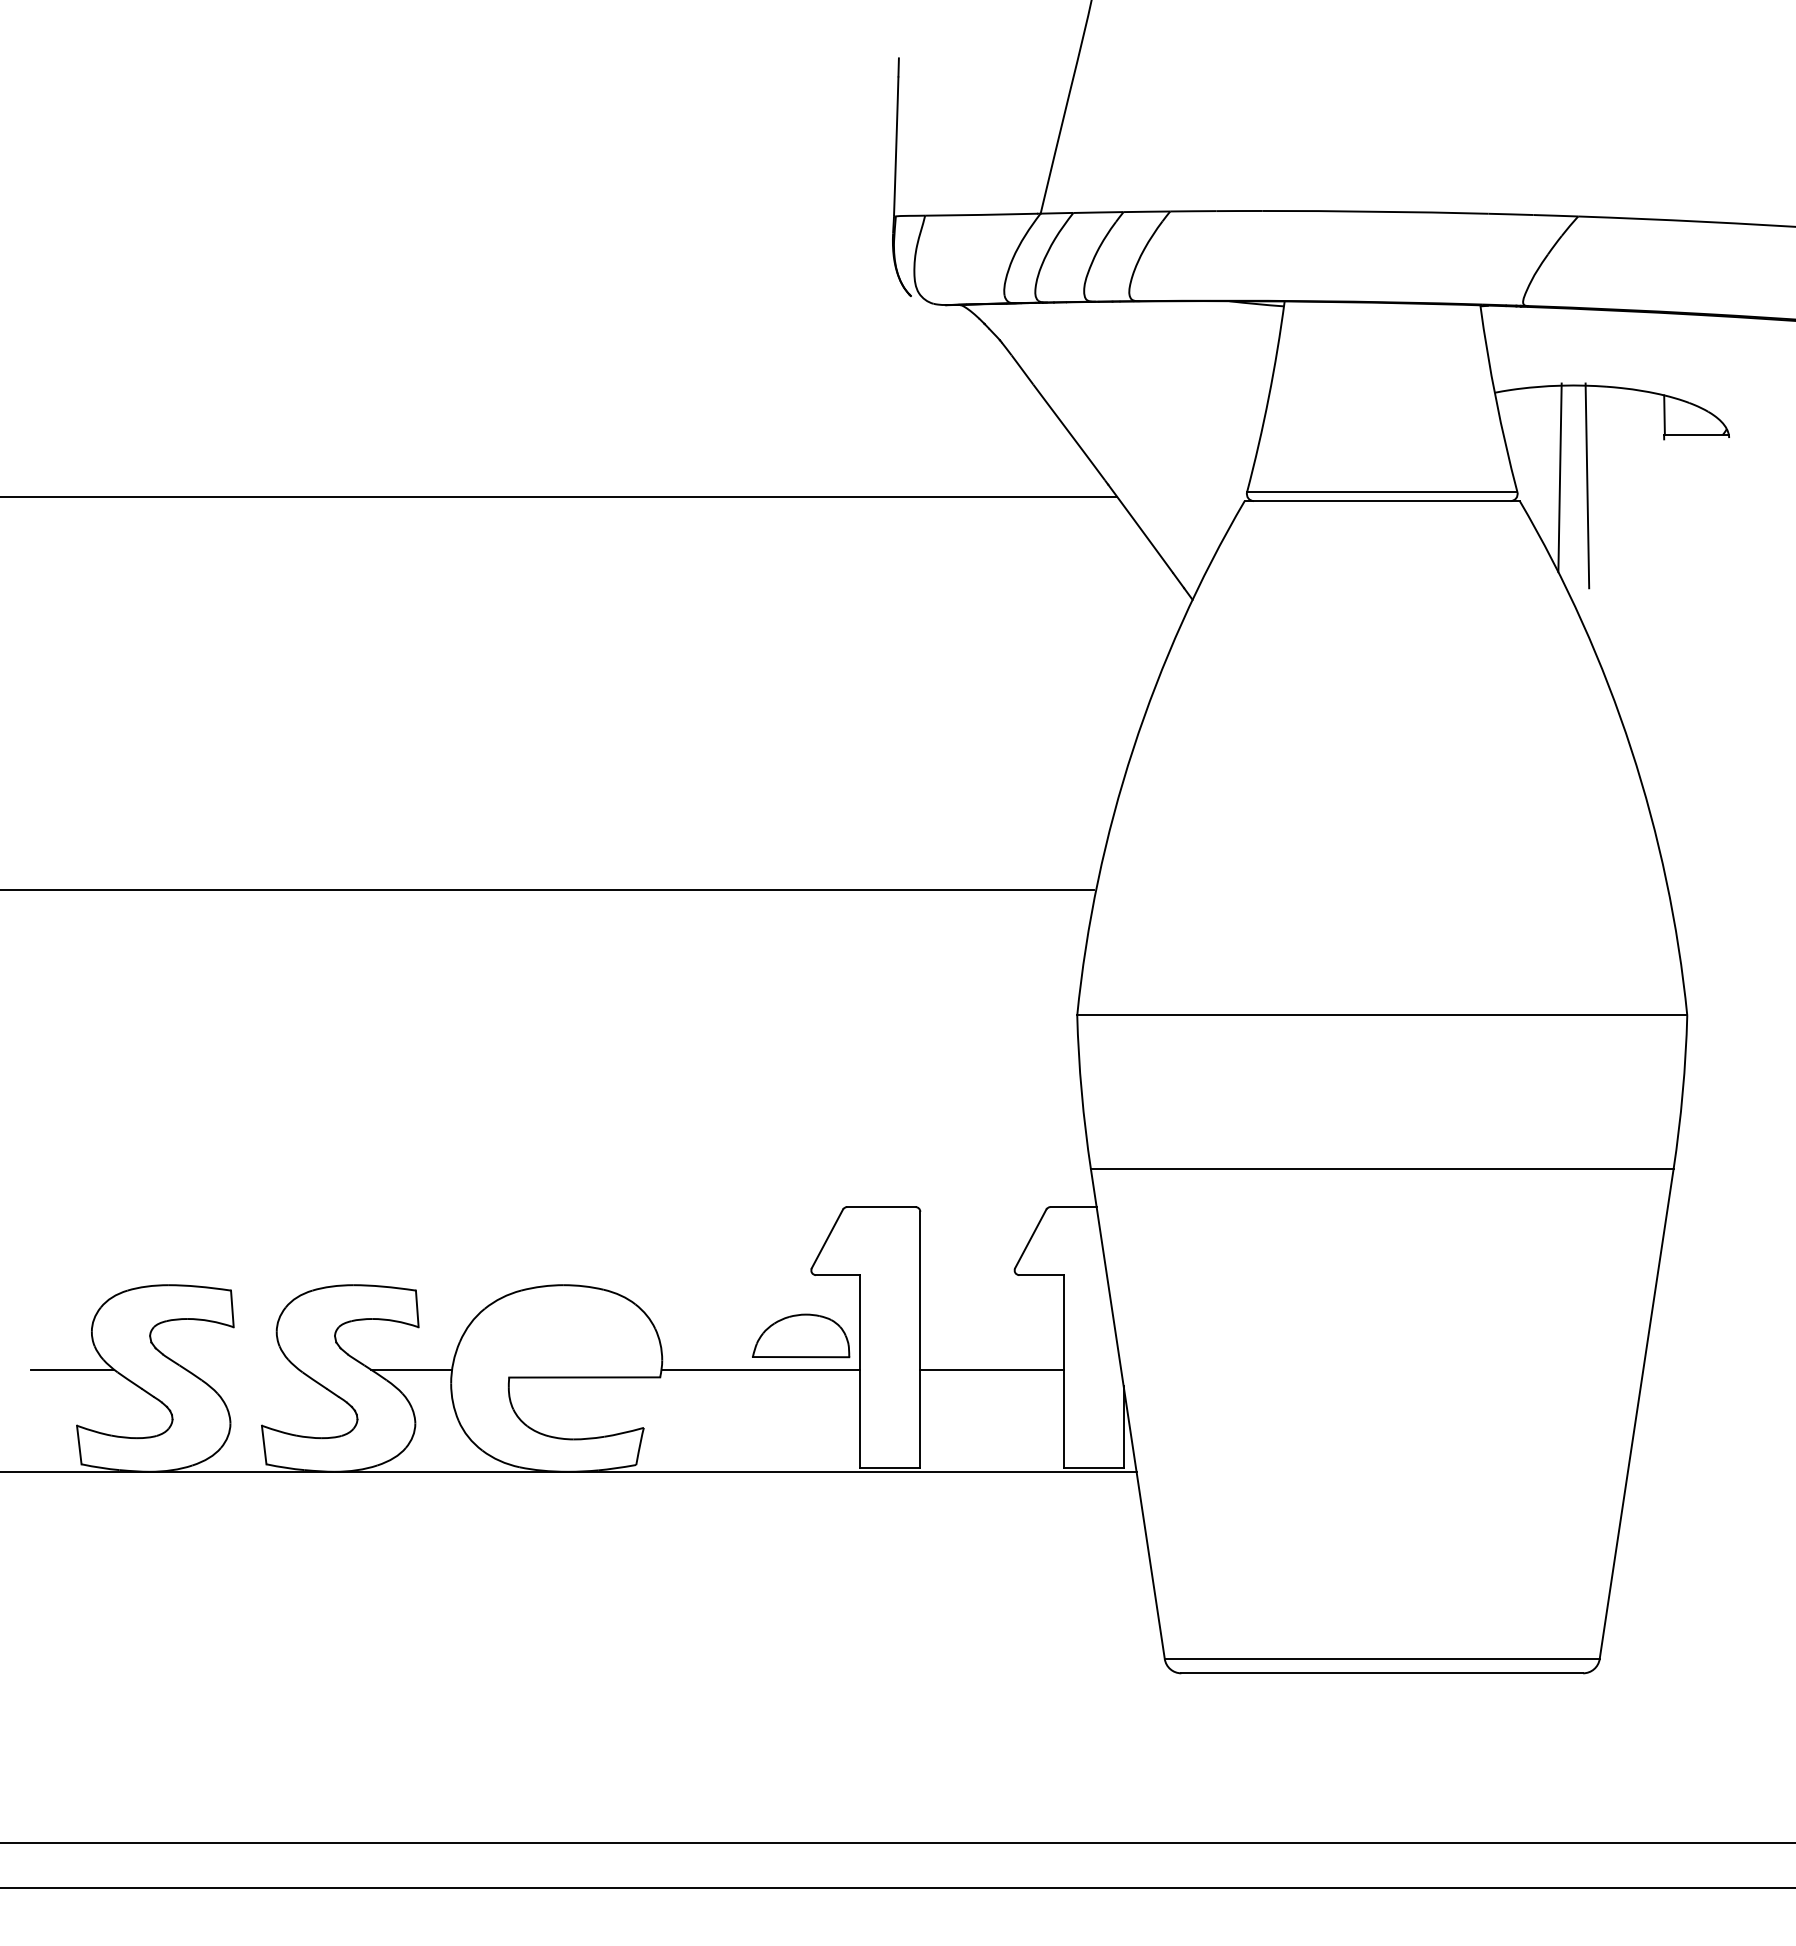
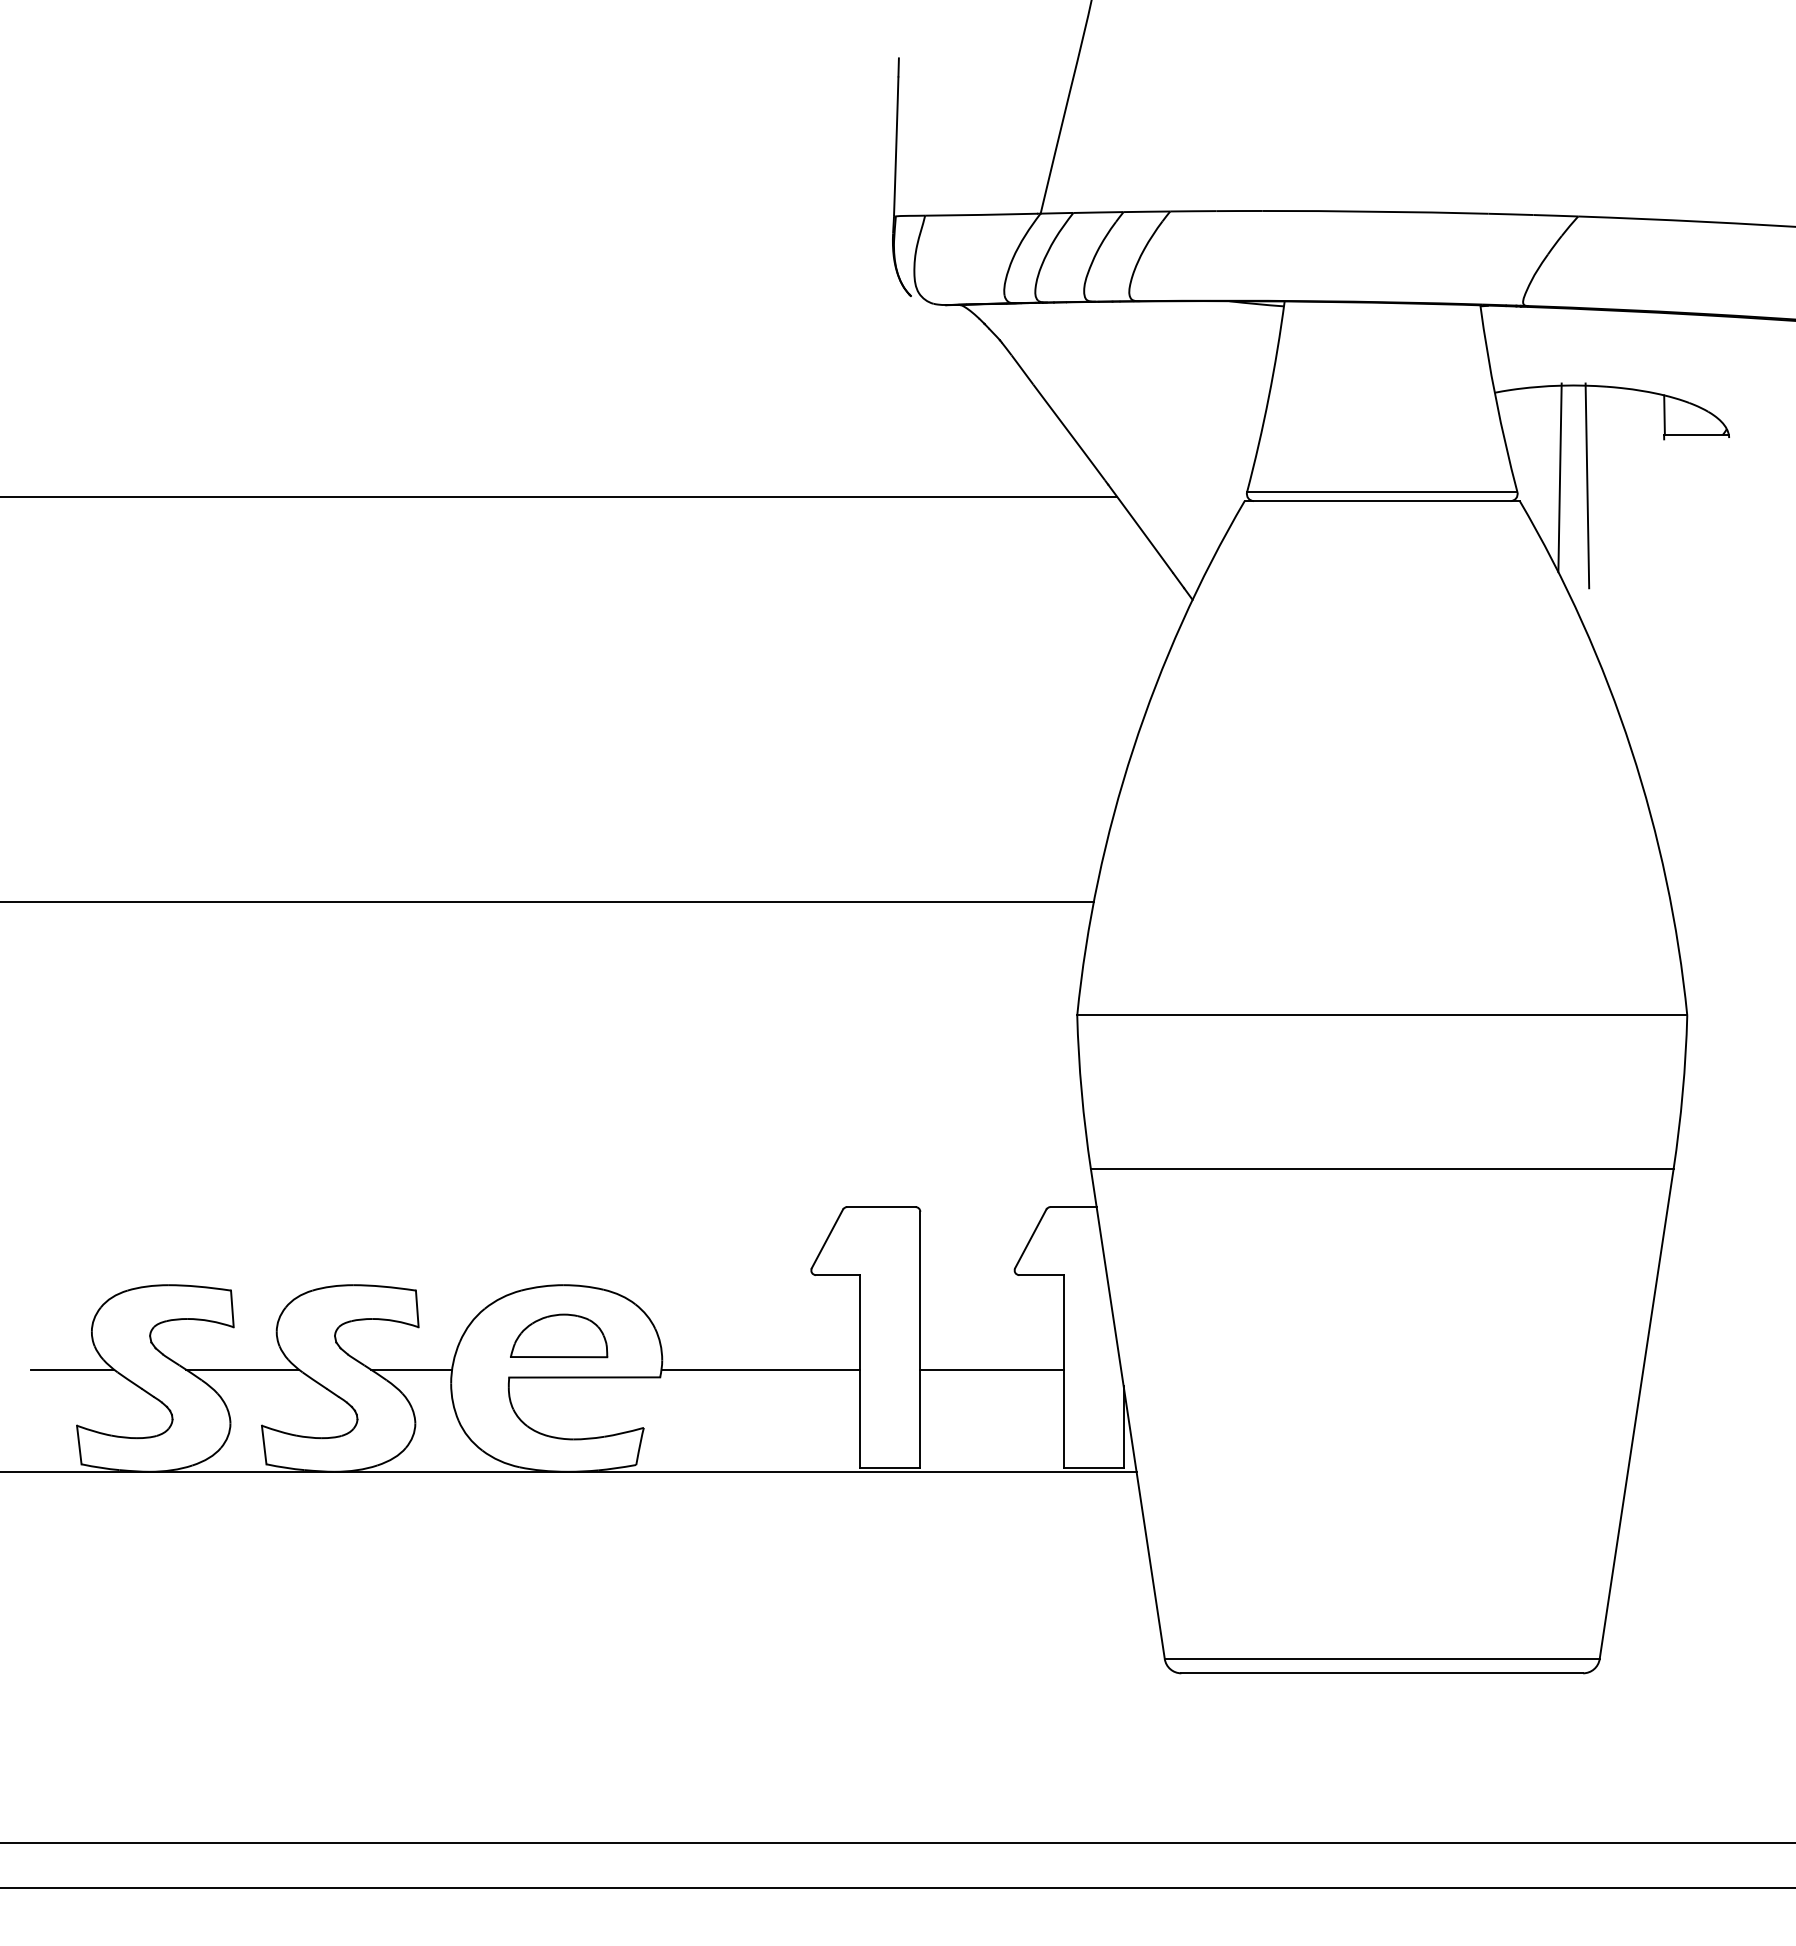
line at (547, 889) position: (547, 889) -> (547, 901)
part at (801, 1335) position: (801, 1335) -> (559, 1335)
line at (241, 1369): none -> present
